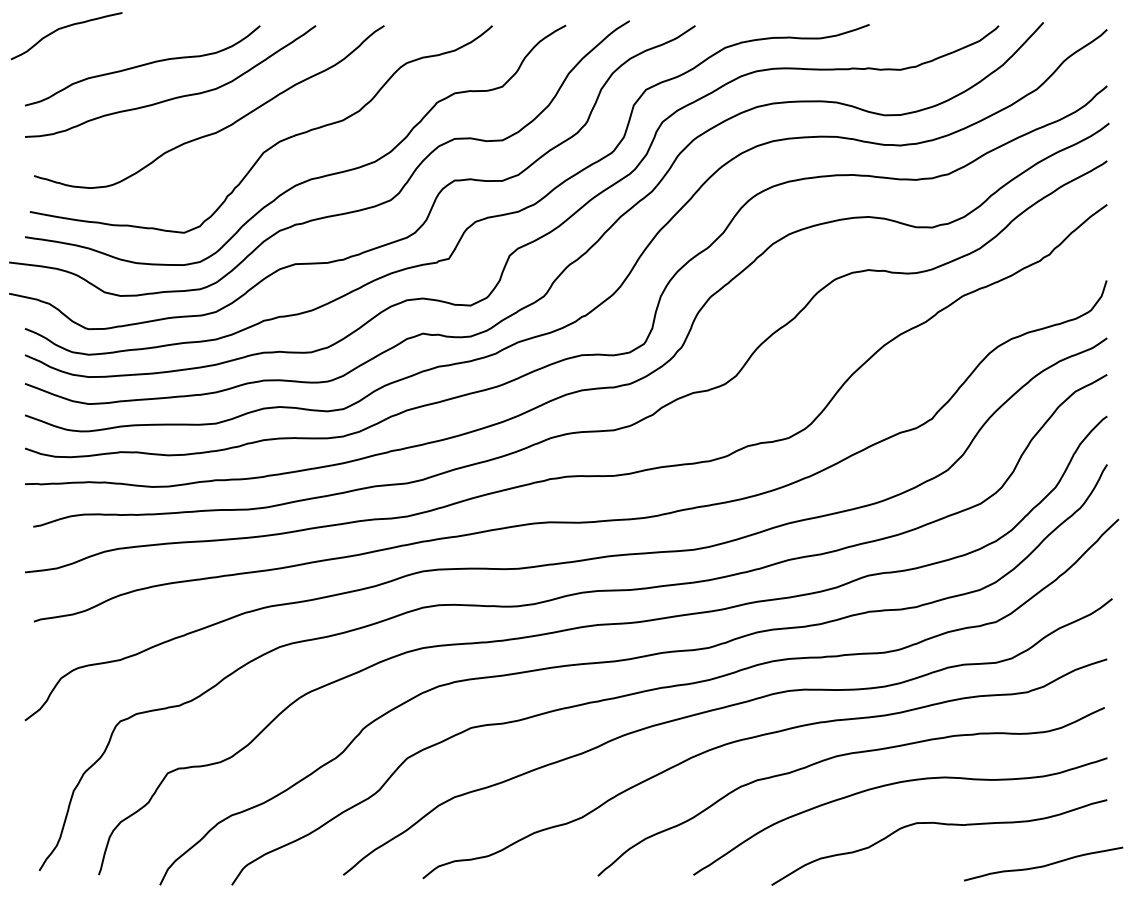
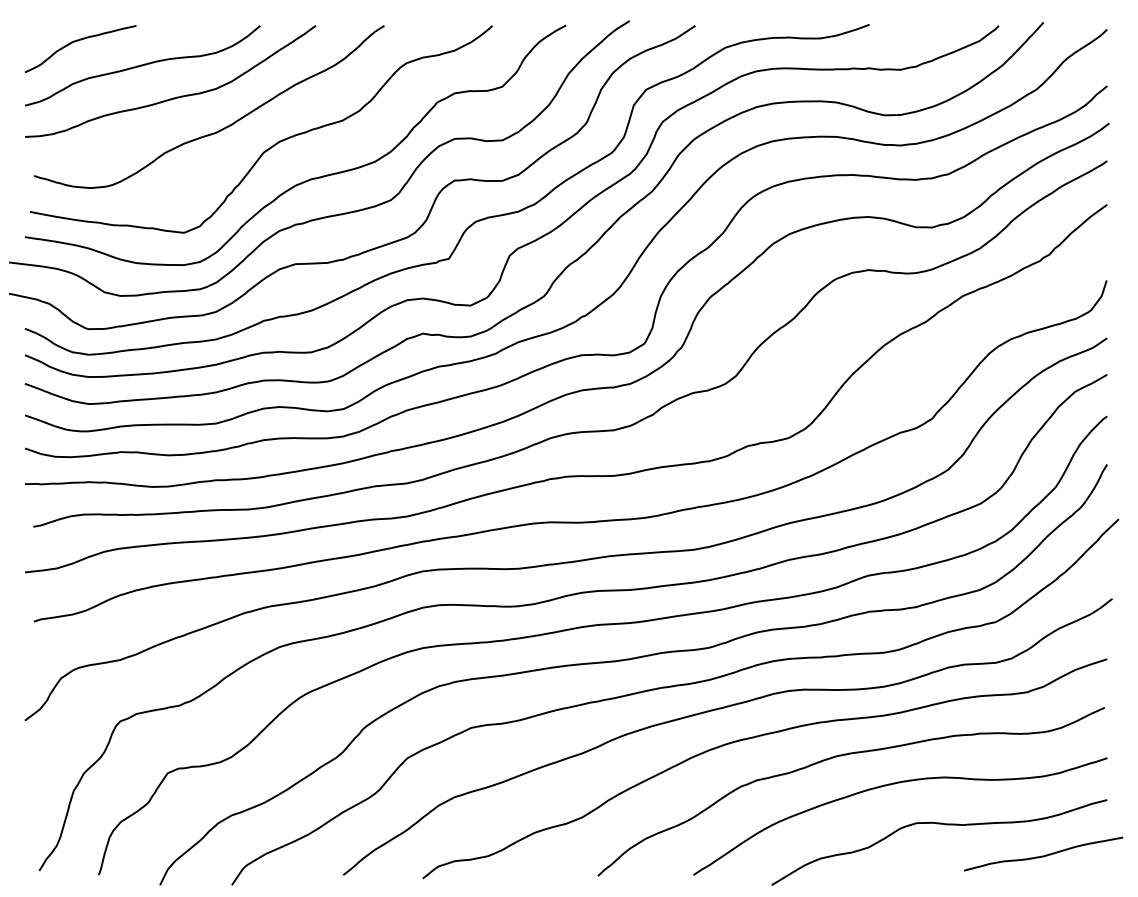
curve at (64, 28) position: (64, 28) -> (78, 41)
curve at (1043, 865) position: (1043, 865) -> (1043, 855)
